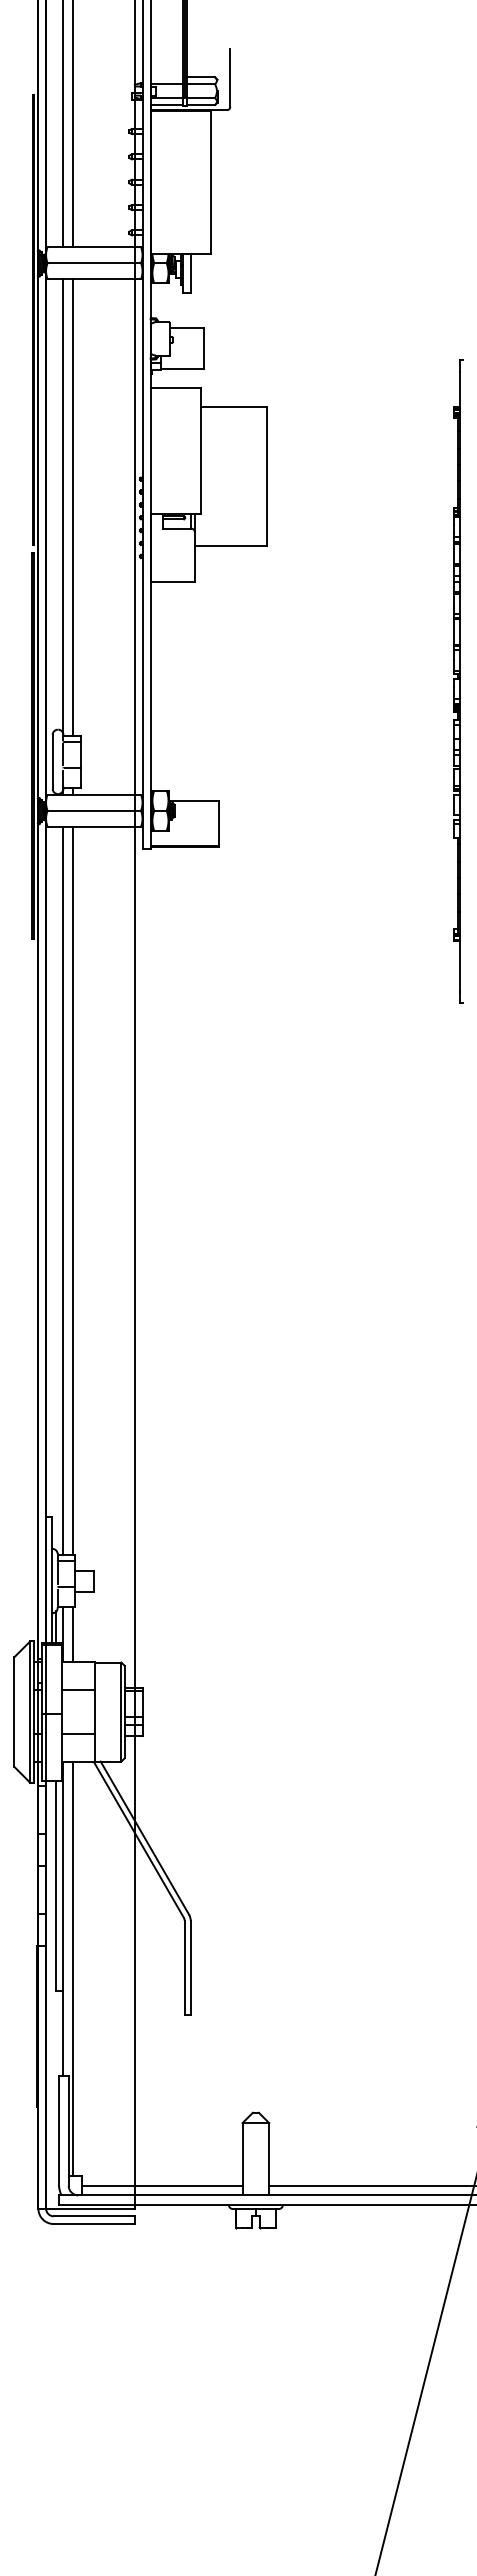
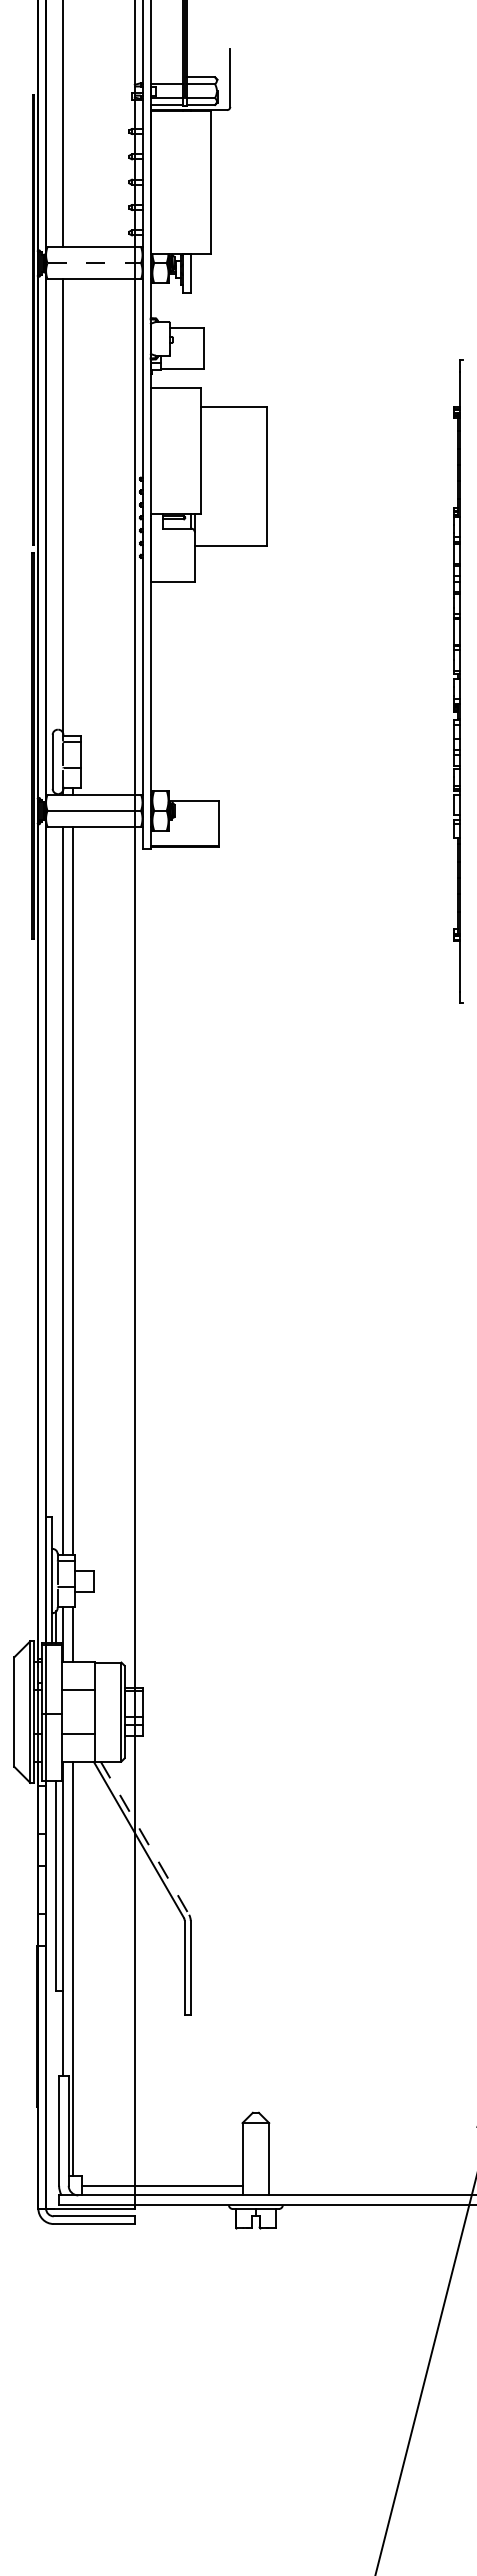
line at (72, 124): present -> none
line at (94, 263): solid -> dashed
line at (72, 507): present -> none
line at (145, 1838): solid -> dashed
line at (371, 2185): present -> none
